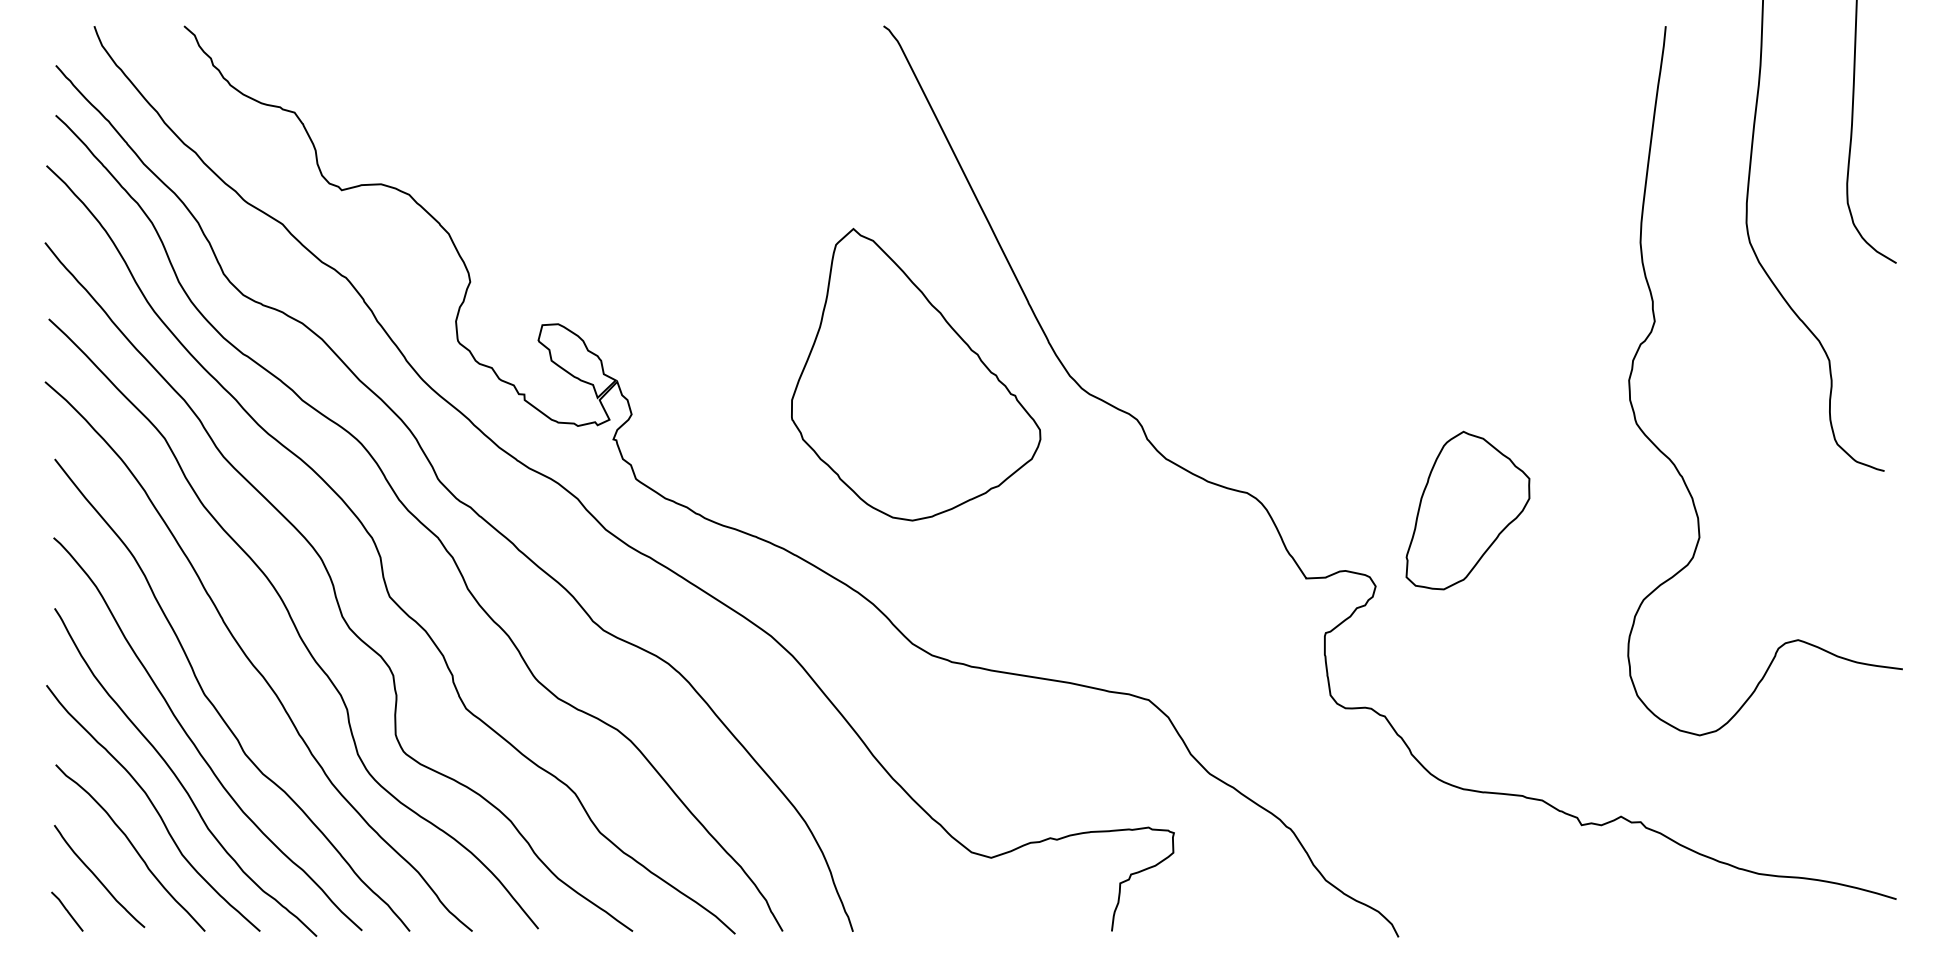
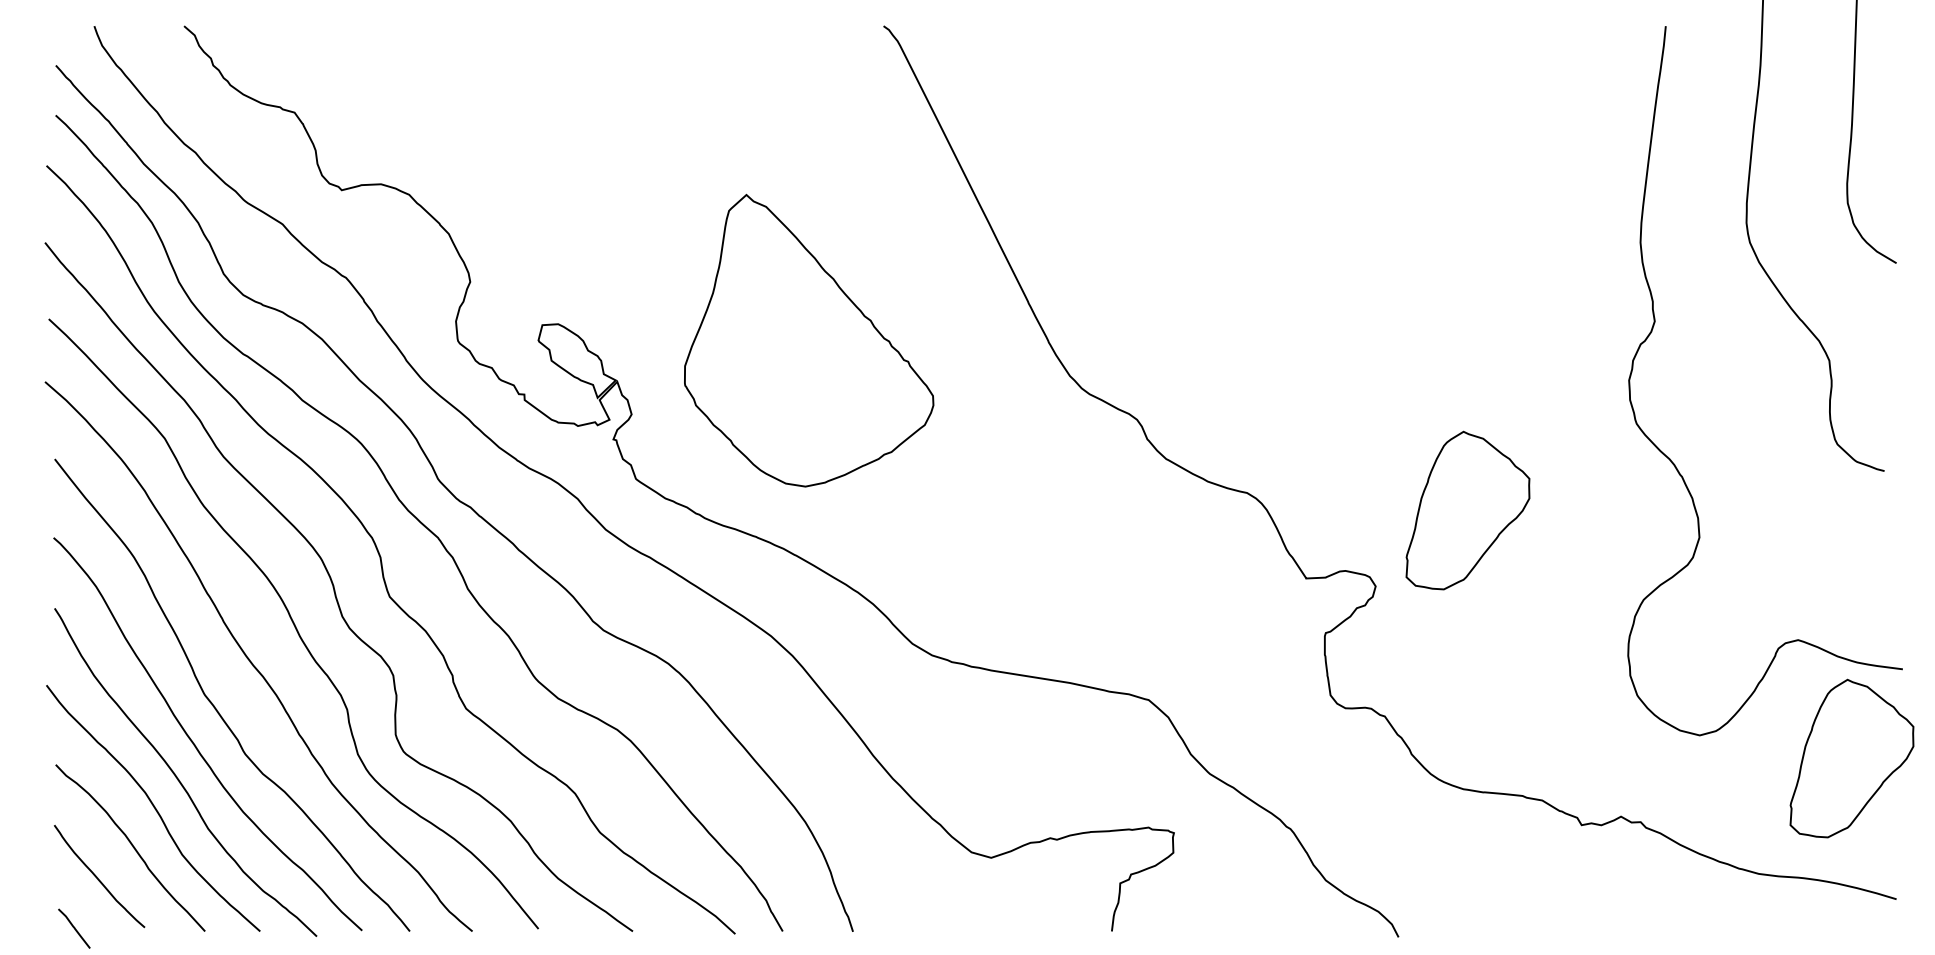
part at (916, 374) position: (916, 374) -> (809, 340)
part at (1851, 758): none -> present
curve at (67, 911) position: (67, 911) -> (74, 928)
